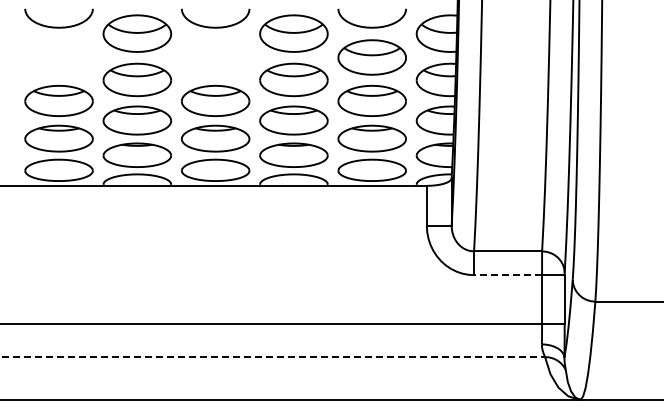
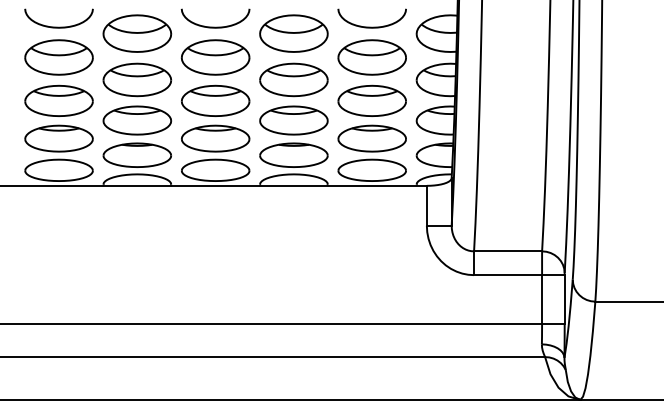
part at (58, 57): none -> present
part at (215, 57): none -> present
line at (507, 275): dashed -> solid
line at (273, 357): dashed -> solid
